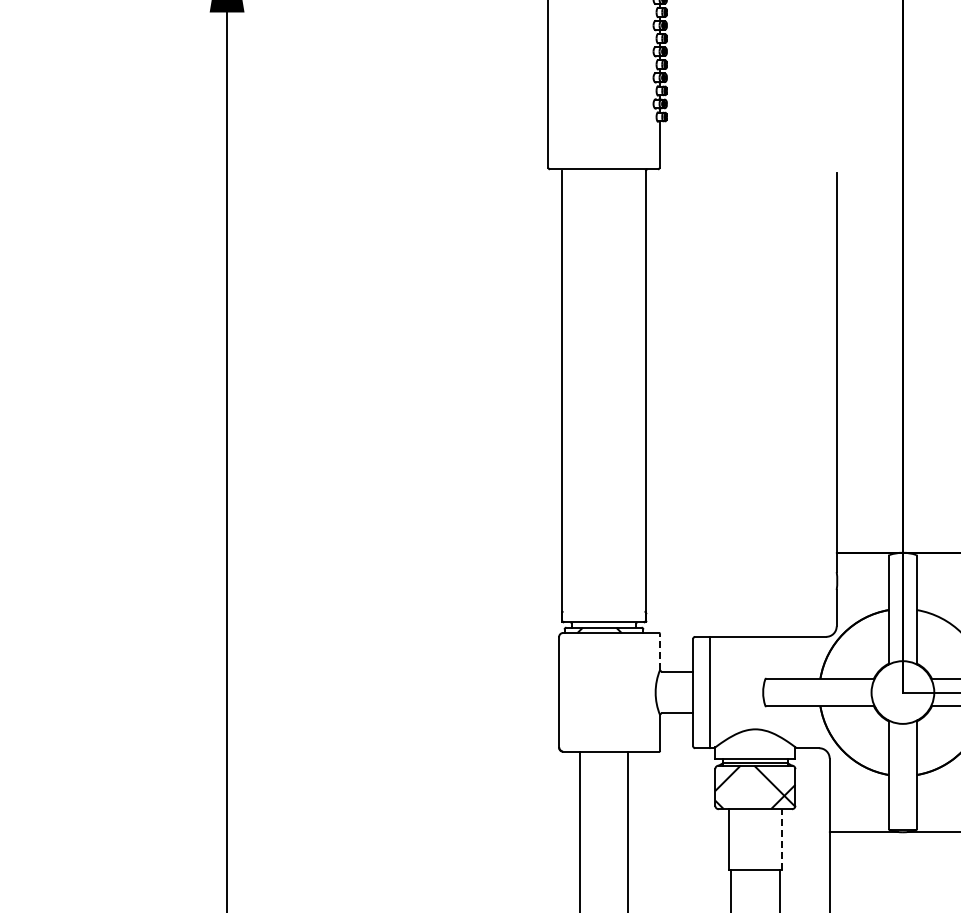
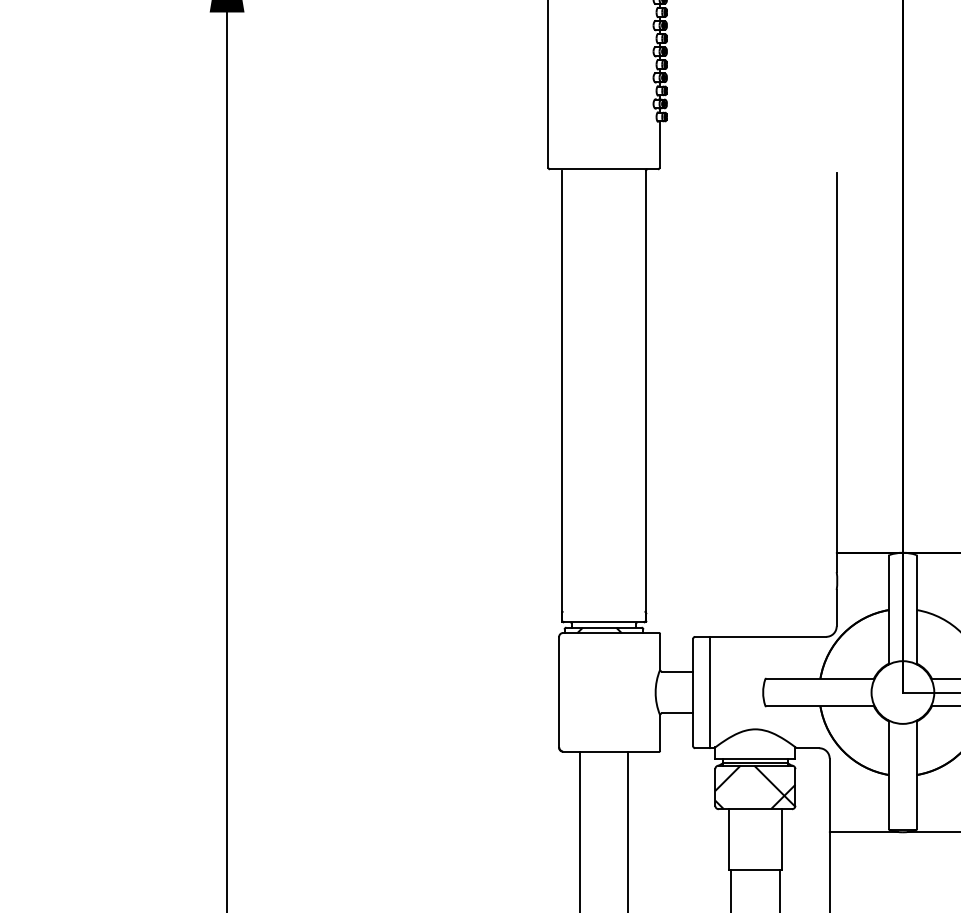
line at (660, 651): dashed -> solid
line at (781, 839): dashed -> solid
